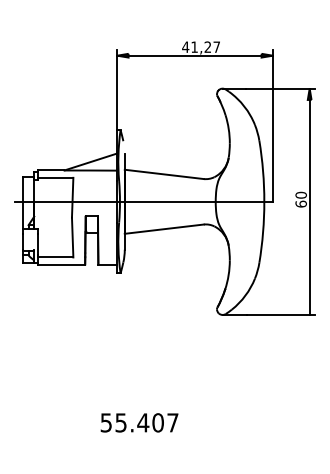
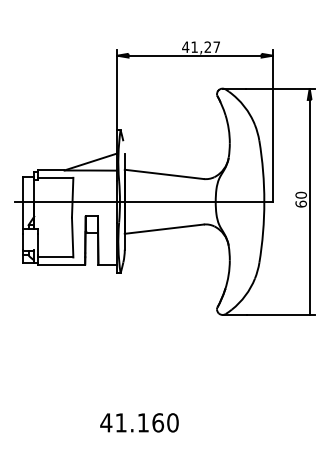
text at (139, 422): 55.407 -> 41.160
